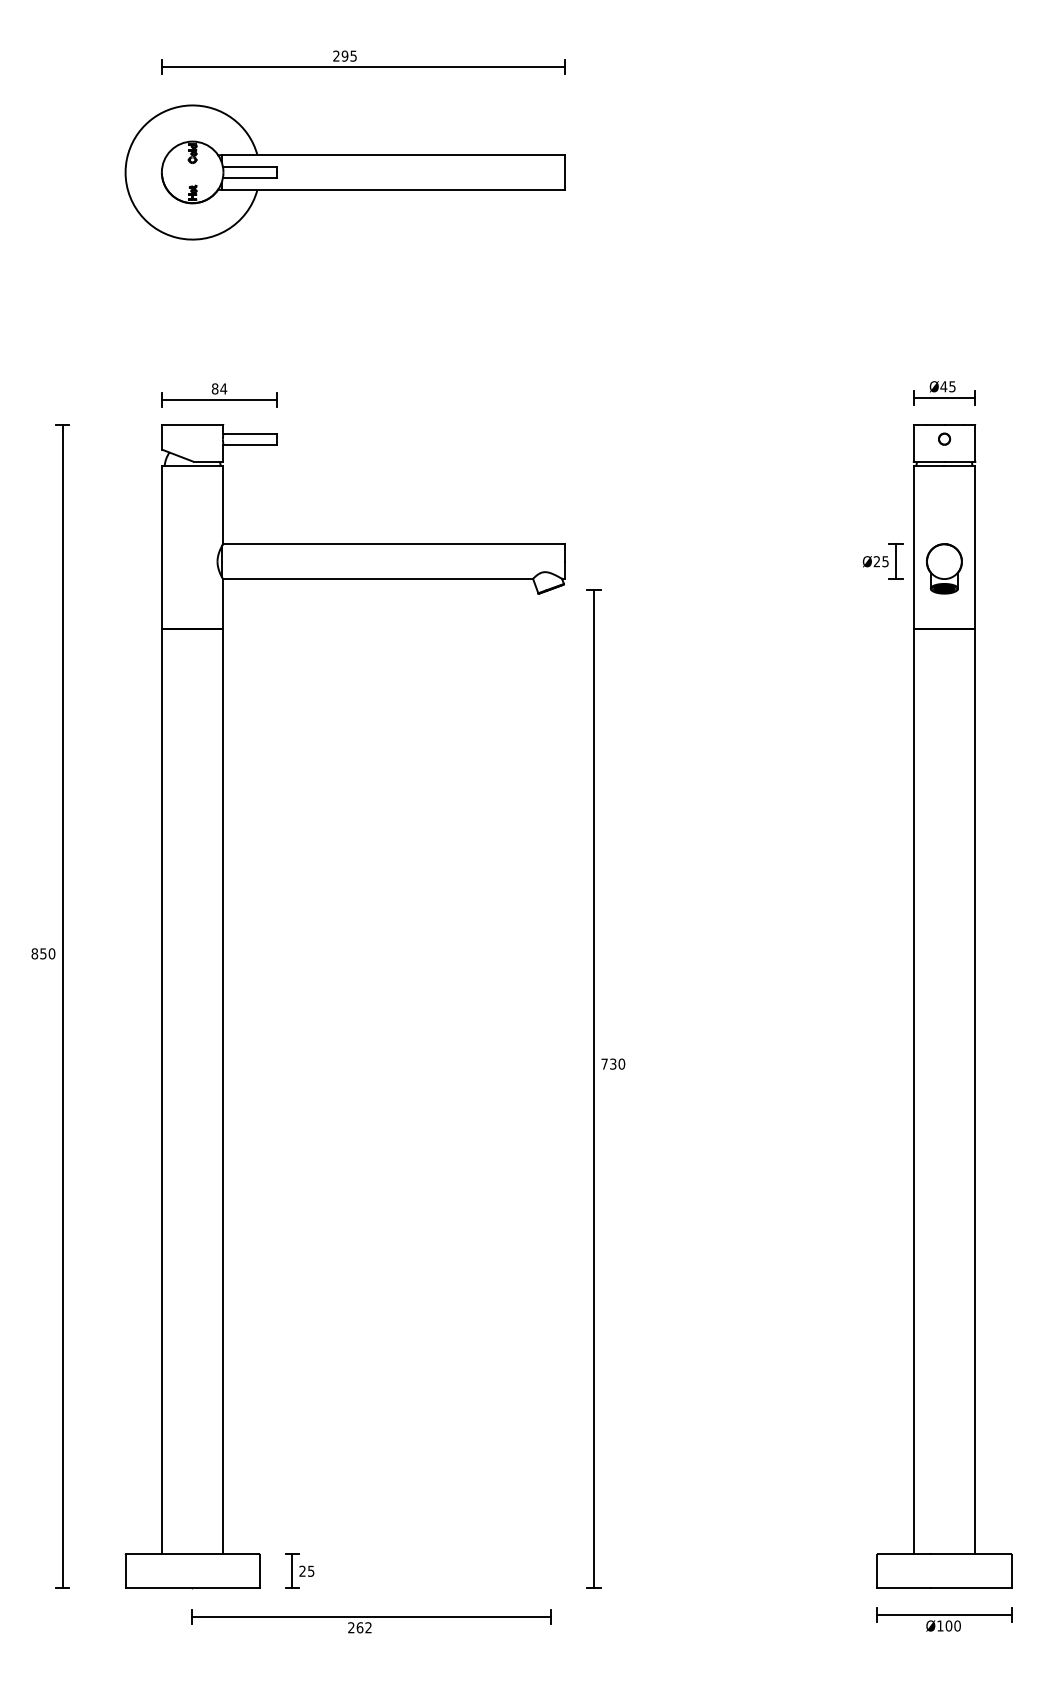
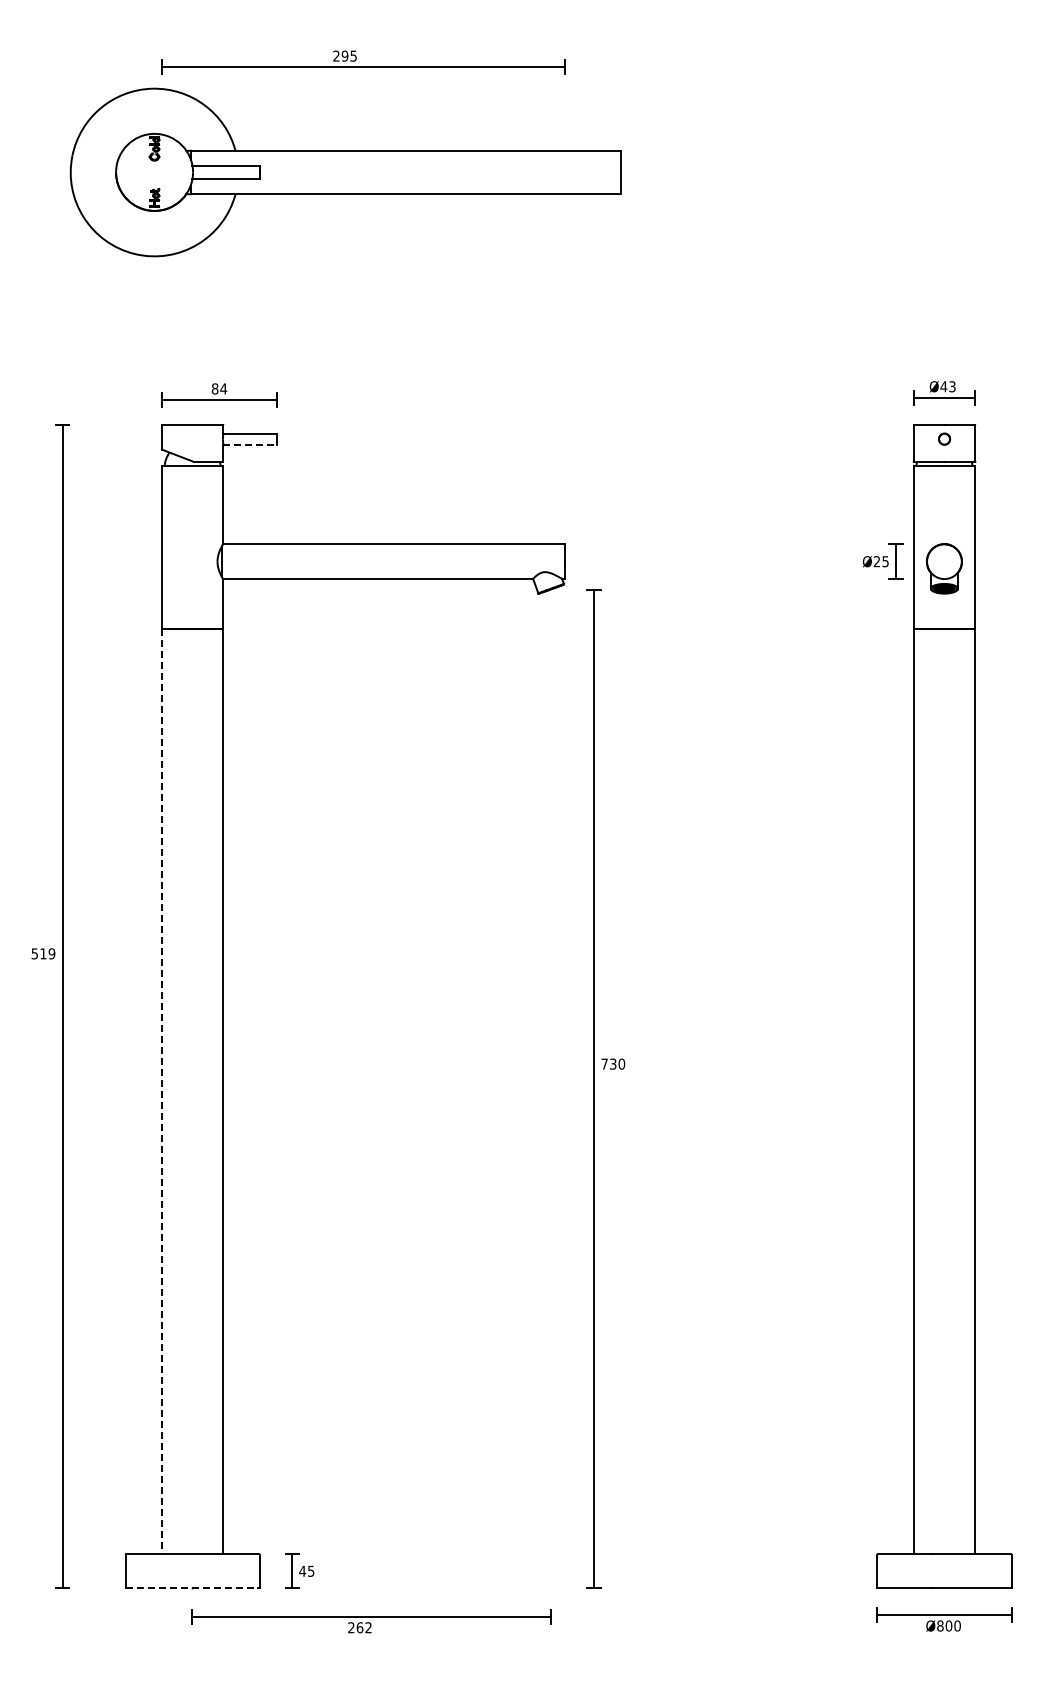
part at (344, 172) size: 442x137 px -> 553x171 px
text at (952, 386): Ø45 -> Ø43
line at (250, 444): solid -> dashed
text at (43, 953): 850 -> 519
line at (162, 1092): solid -> dashed
text at (302, 1570): 25 -> 45
line at (192, 1588): solid -> dashed
text at (940, 1625): Ø100 -> Ø800
